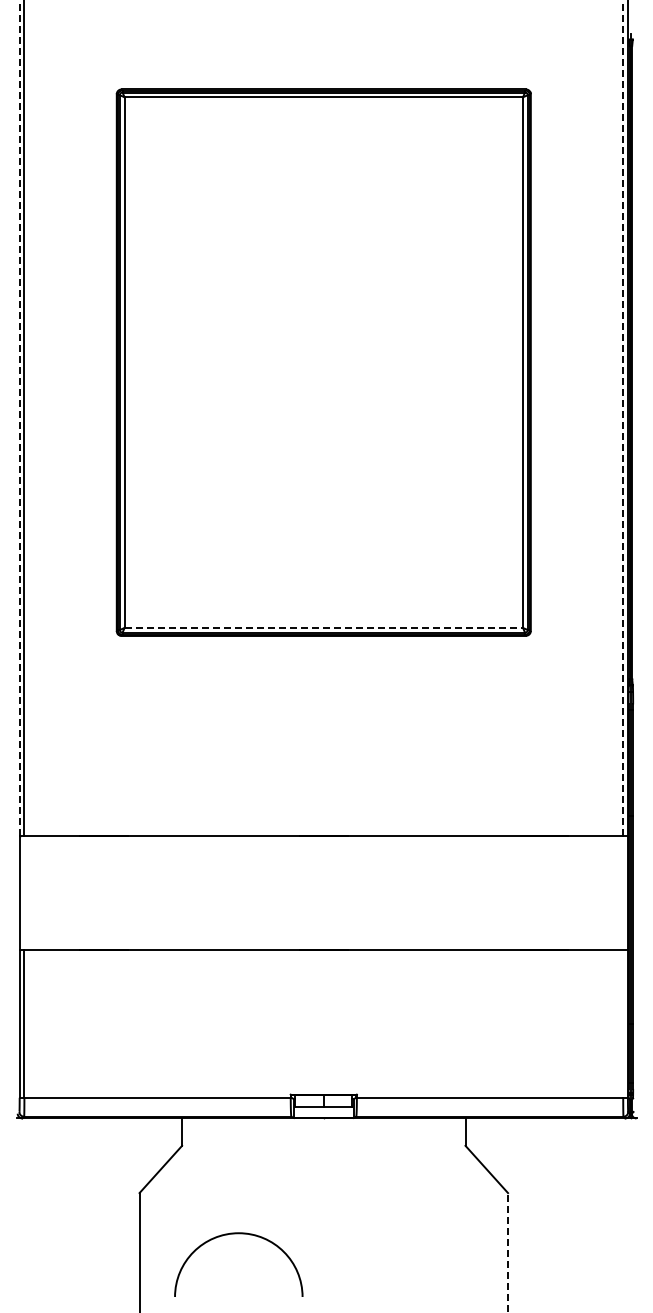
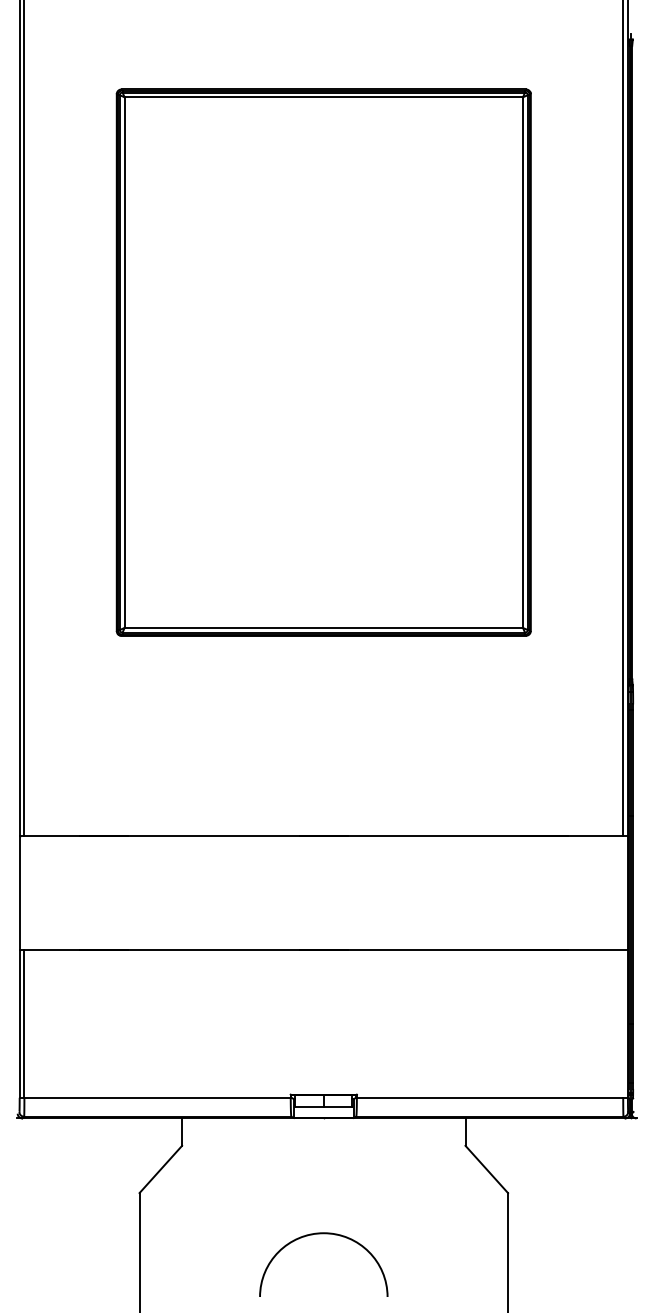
line at (19, 418): dashed -> solid
line at (623, 418): dashed -> solid
line at (324, 628): dashed -> solid
arc at (238, 1234) position: (238, 1234) -> (323, 1234)
line at (508, 1253): dashed -> solid
